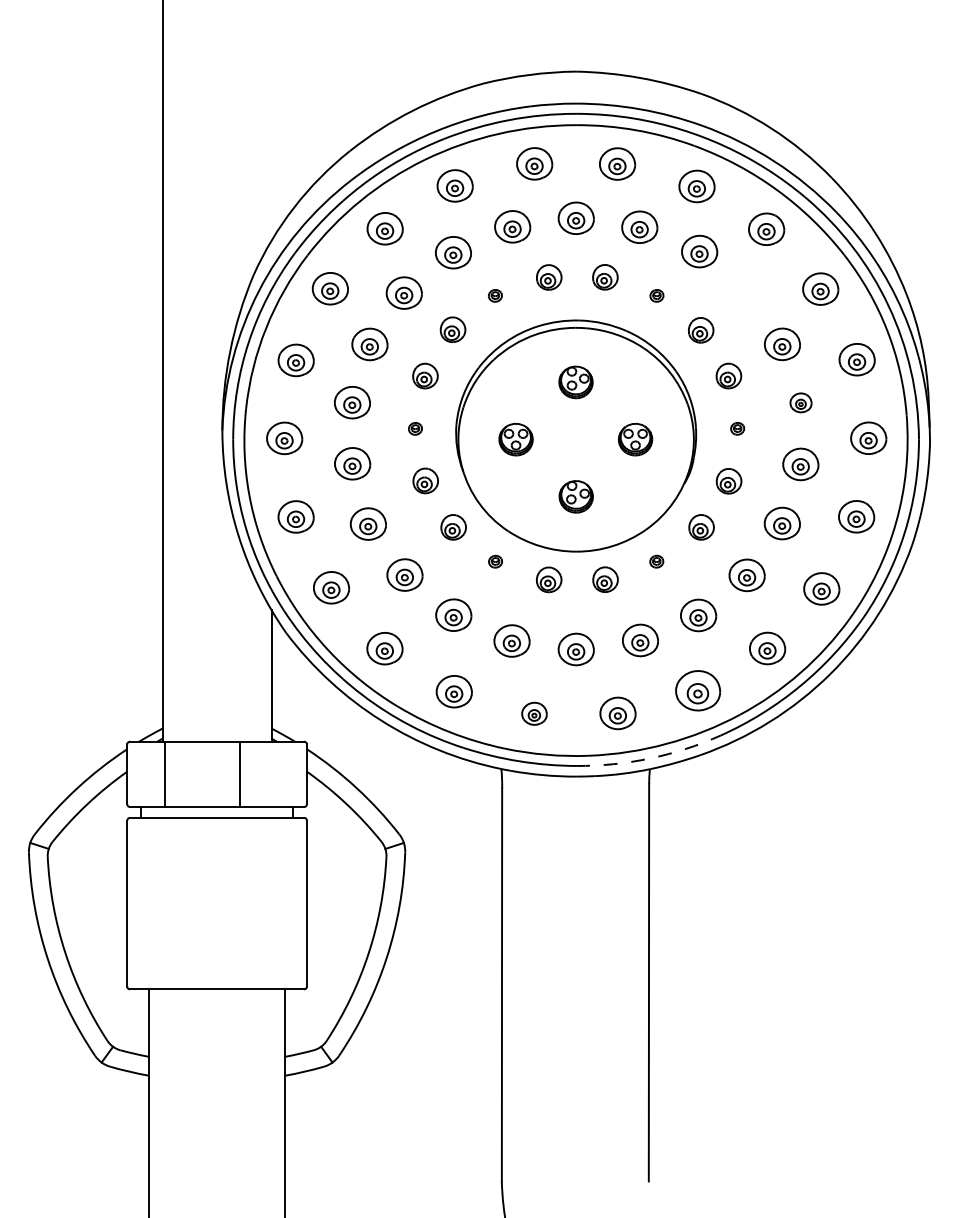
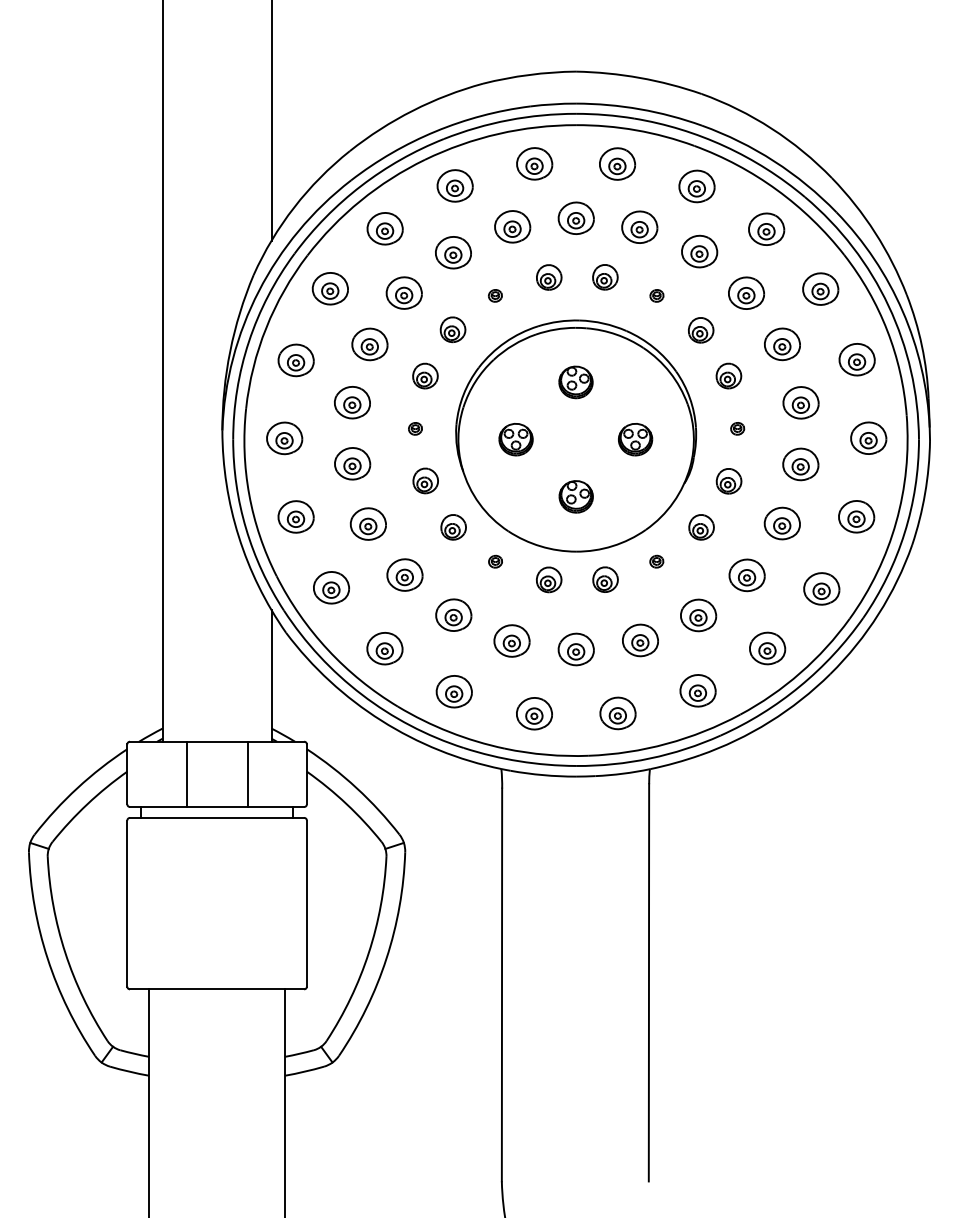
line at (271, 121): none -> present
part at (746, 292): none -> present
part at (800, 402) size: 24x22 px -> 38x34 px
part at (698, 690) size: 47x42 px -> 38x34 px
part at (534, 713) size: 27x25 px -> 37x34 px
arc at (650, 758): dashed -> solid
line at (164, 774) position: (164, 774) -> (186, 774)
line at (240, 774) position: (240, 774) -> (248, 774)
